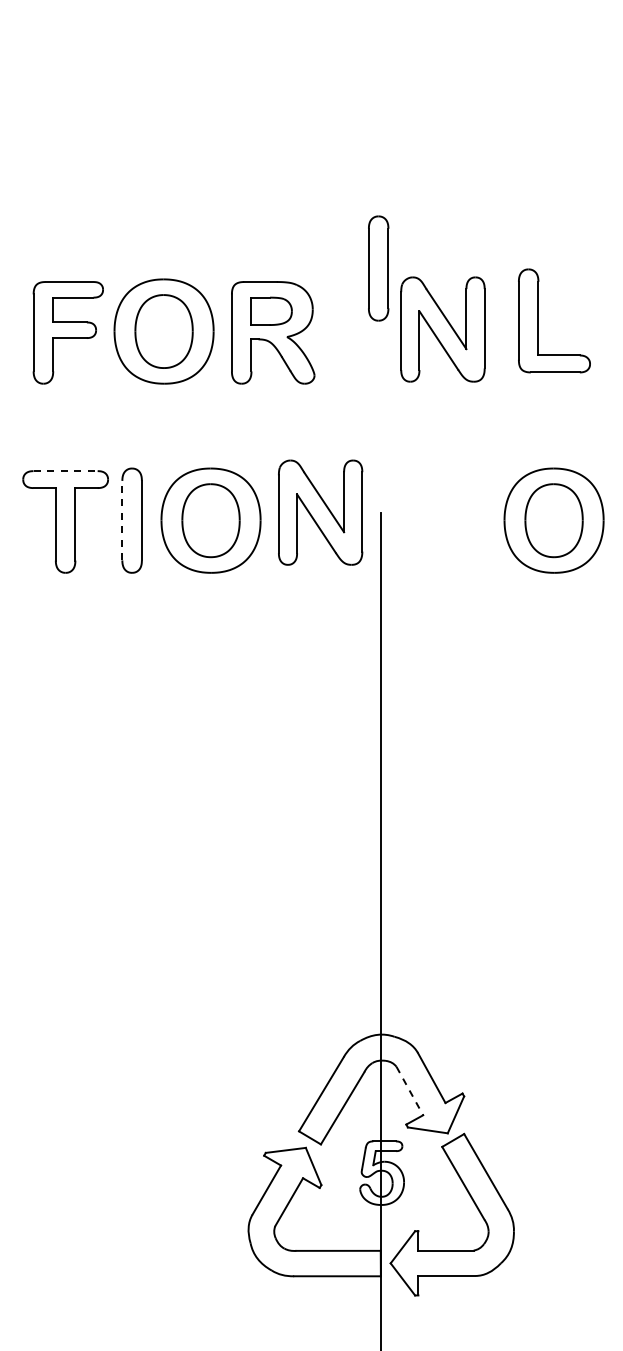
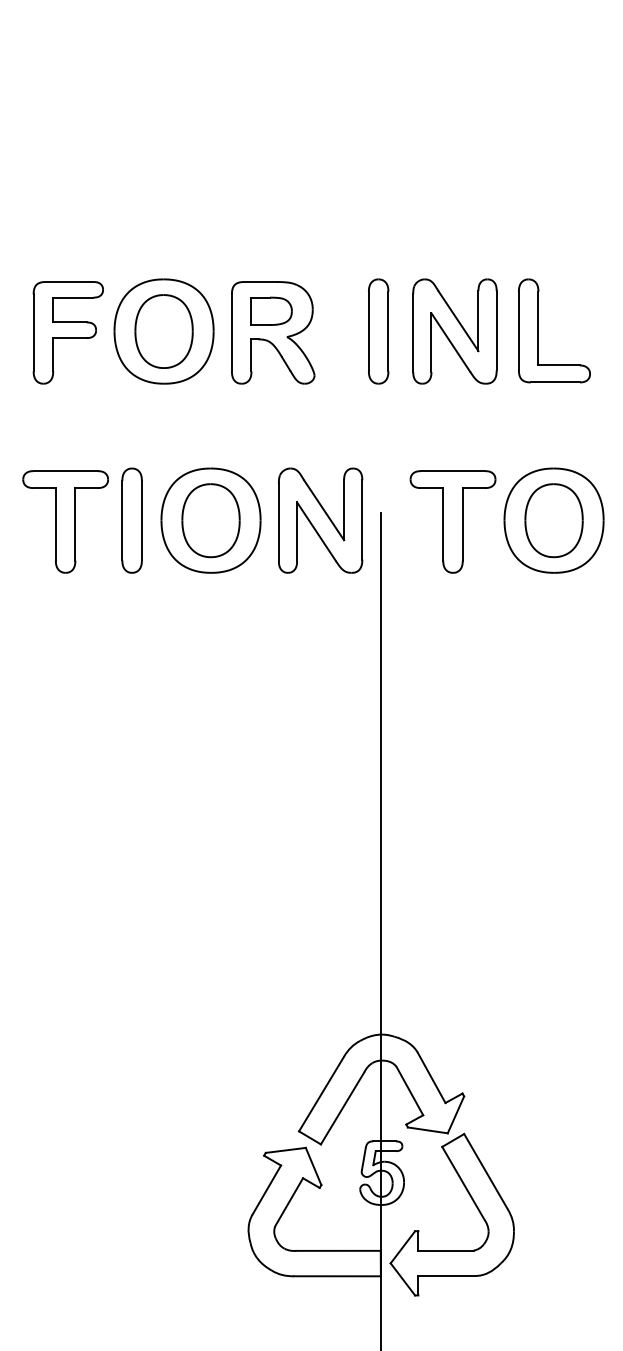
part at (378, 268) position: (378, 268) -> (378, 331)
part at (538, 320) position: (538, 320) -> (538, 330)
part at (442, 329) position: (442, 329) -> (454, 331)
line at (66, 471): dashed -> solid
part at (320, 512) position: (320, 512) -> (320, 520)
line at (122, 520): dashed -> solid
part at (452, 521): none -> present
line at (409, 1091): dashed -> solid
